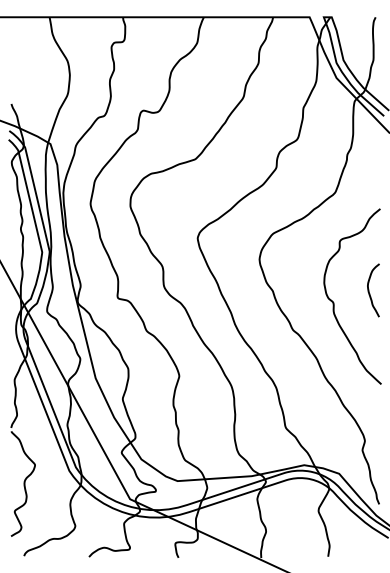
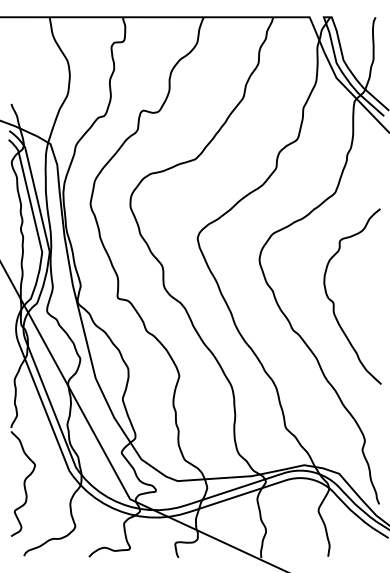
curve at (369, 290): present -> none
